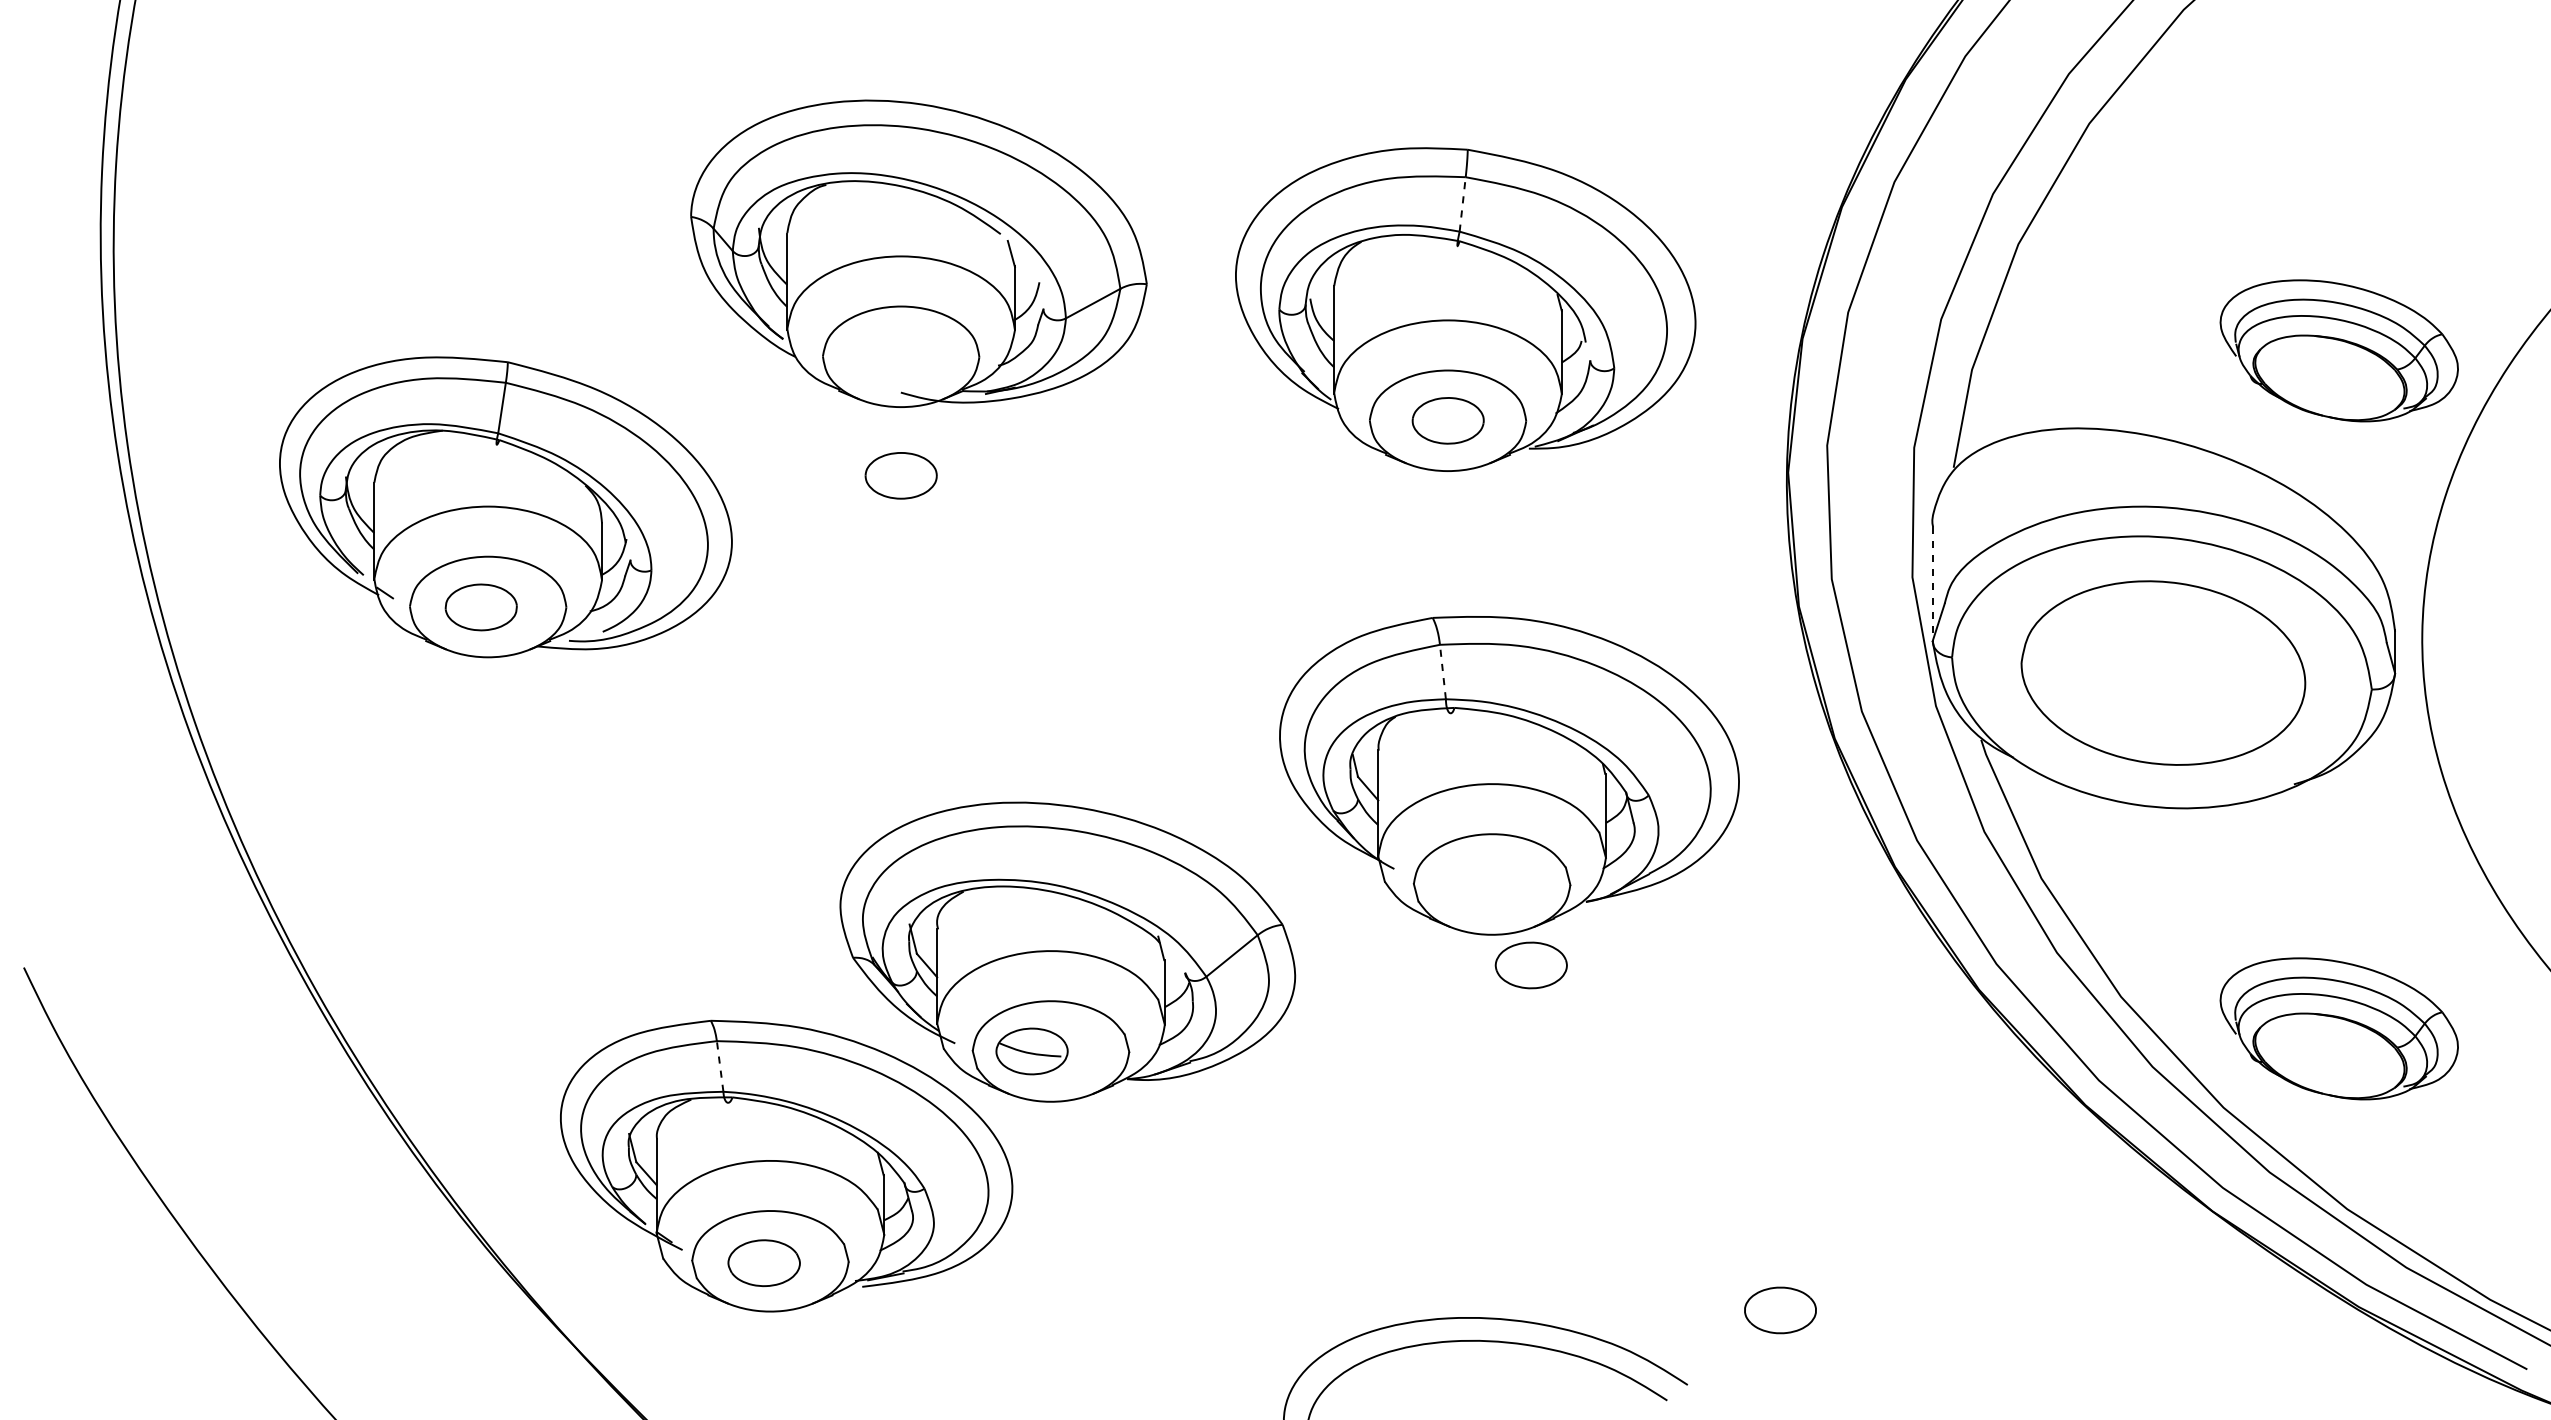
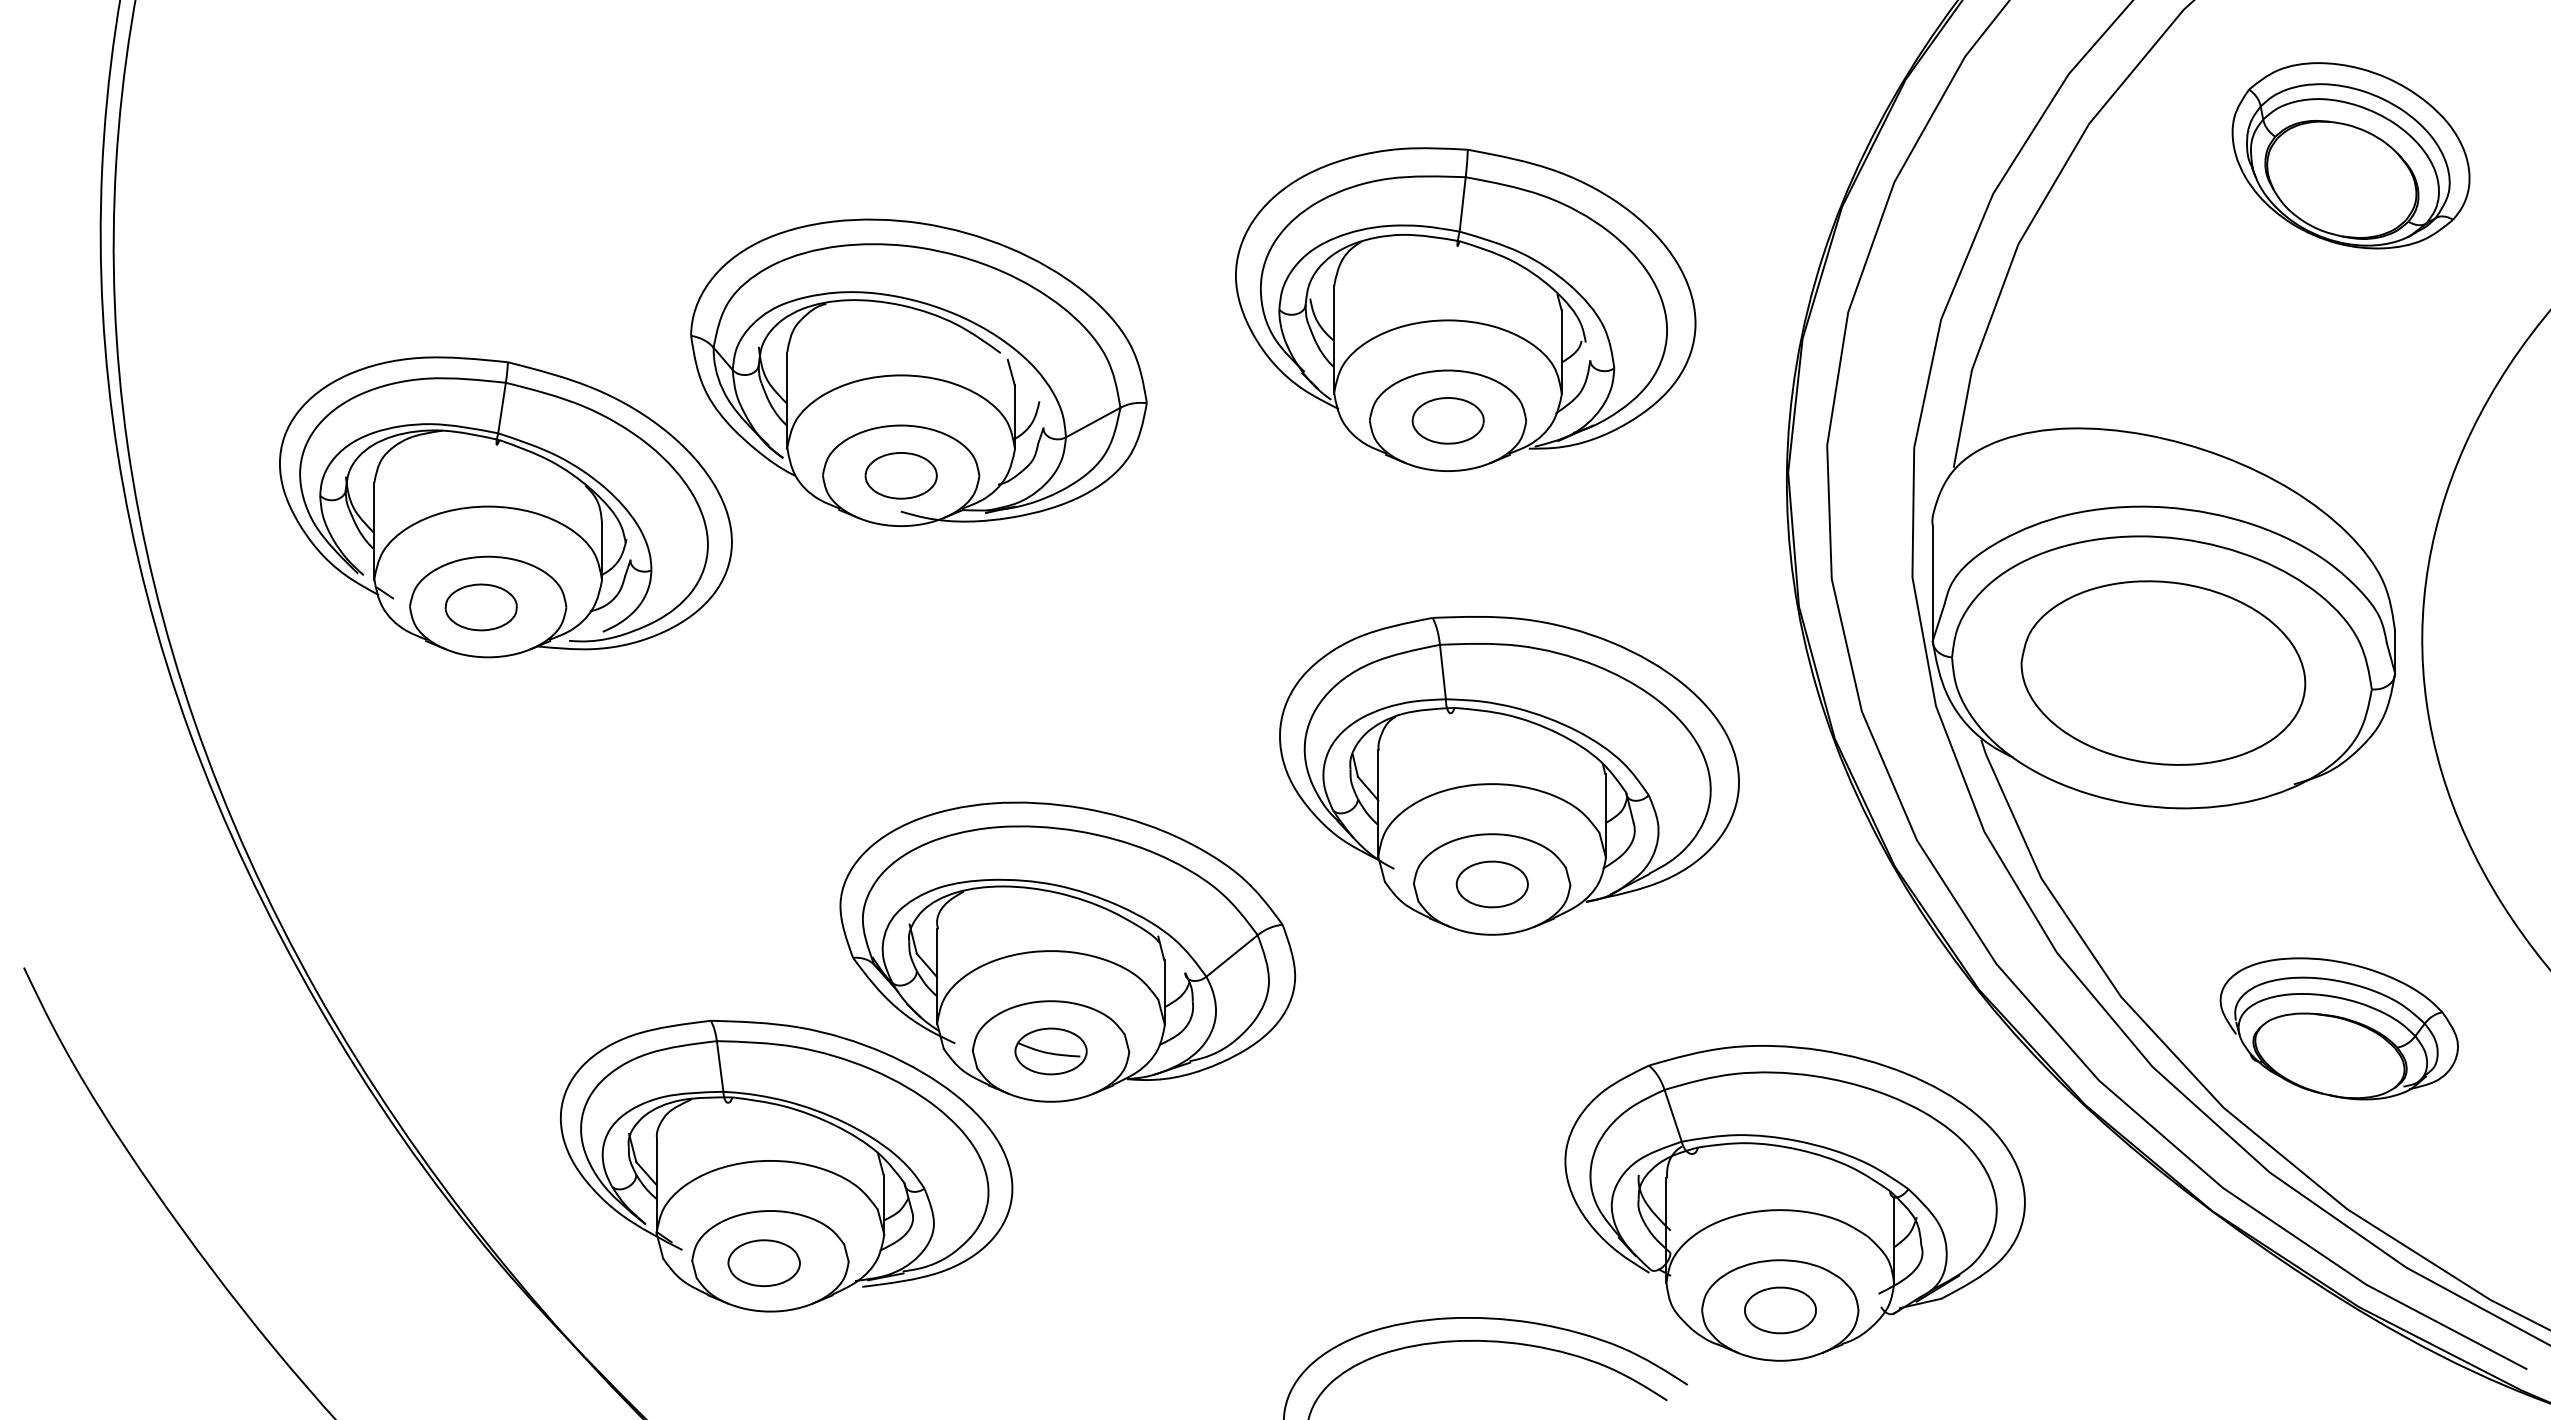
part at (2350, 155): none -> present
line at (1462, 203): dashed -> solid
part at (918, 253) position: (918, 253) -> (918, 372)
part at (2338, 350): present -> none
line at (1932, 584): dashed -> solid
line at (1442, 672): dashed -> solid
part at (1530, 965) position: (1530, 965) -> (1491, 884)
part at (1031, 1051) position: (1031, 1051) -> (1050, 1051)
line at (720, 1066): dashed -> solid
part at (1794, 1203): none -> present
